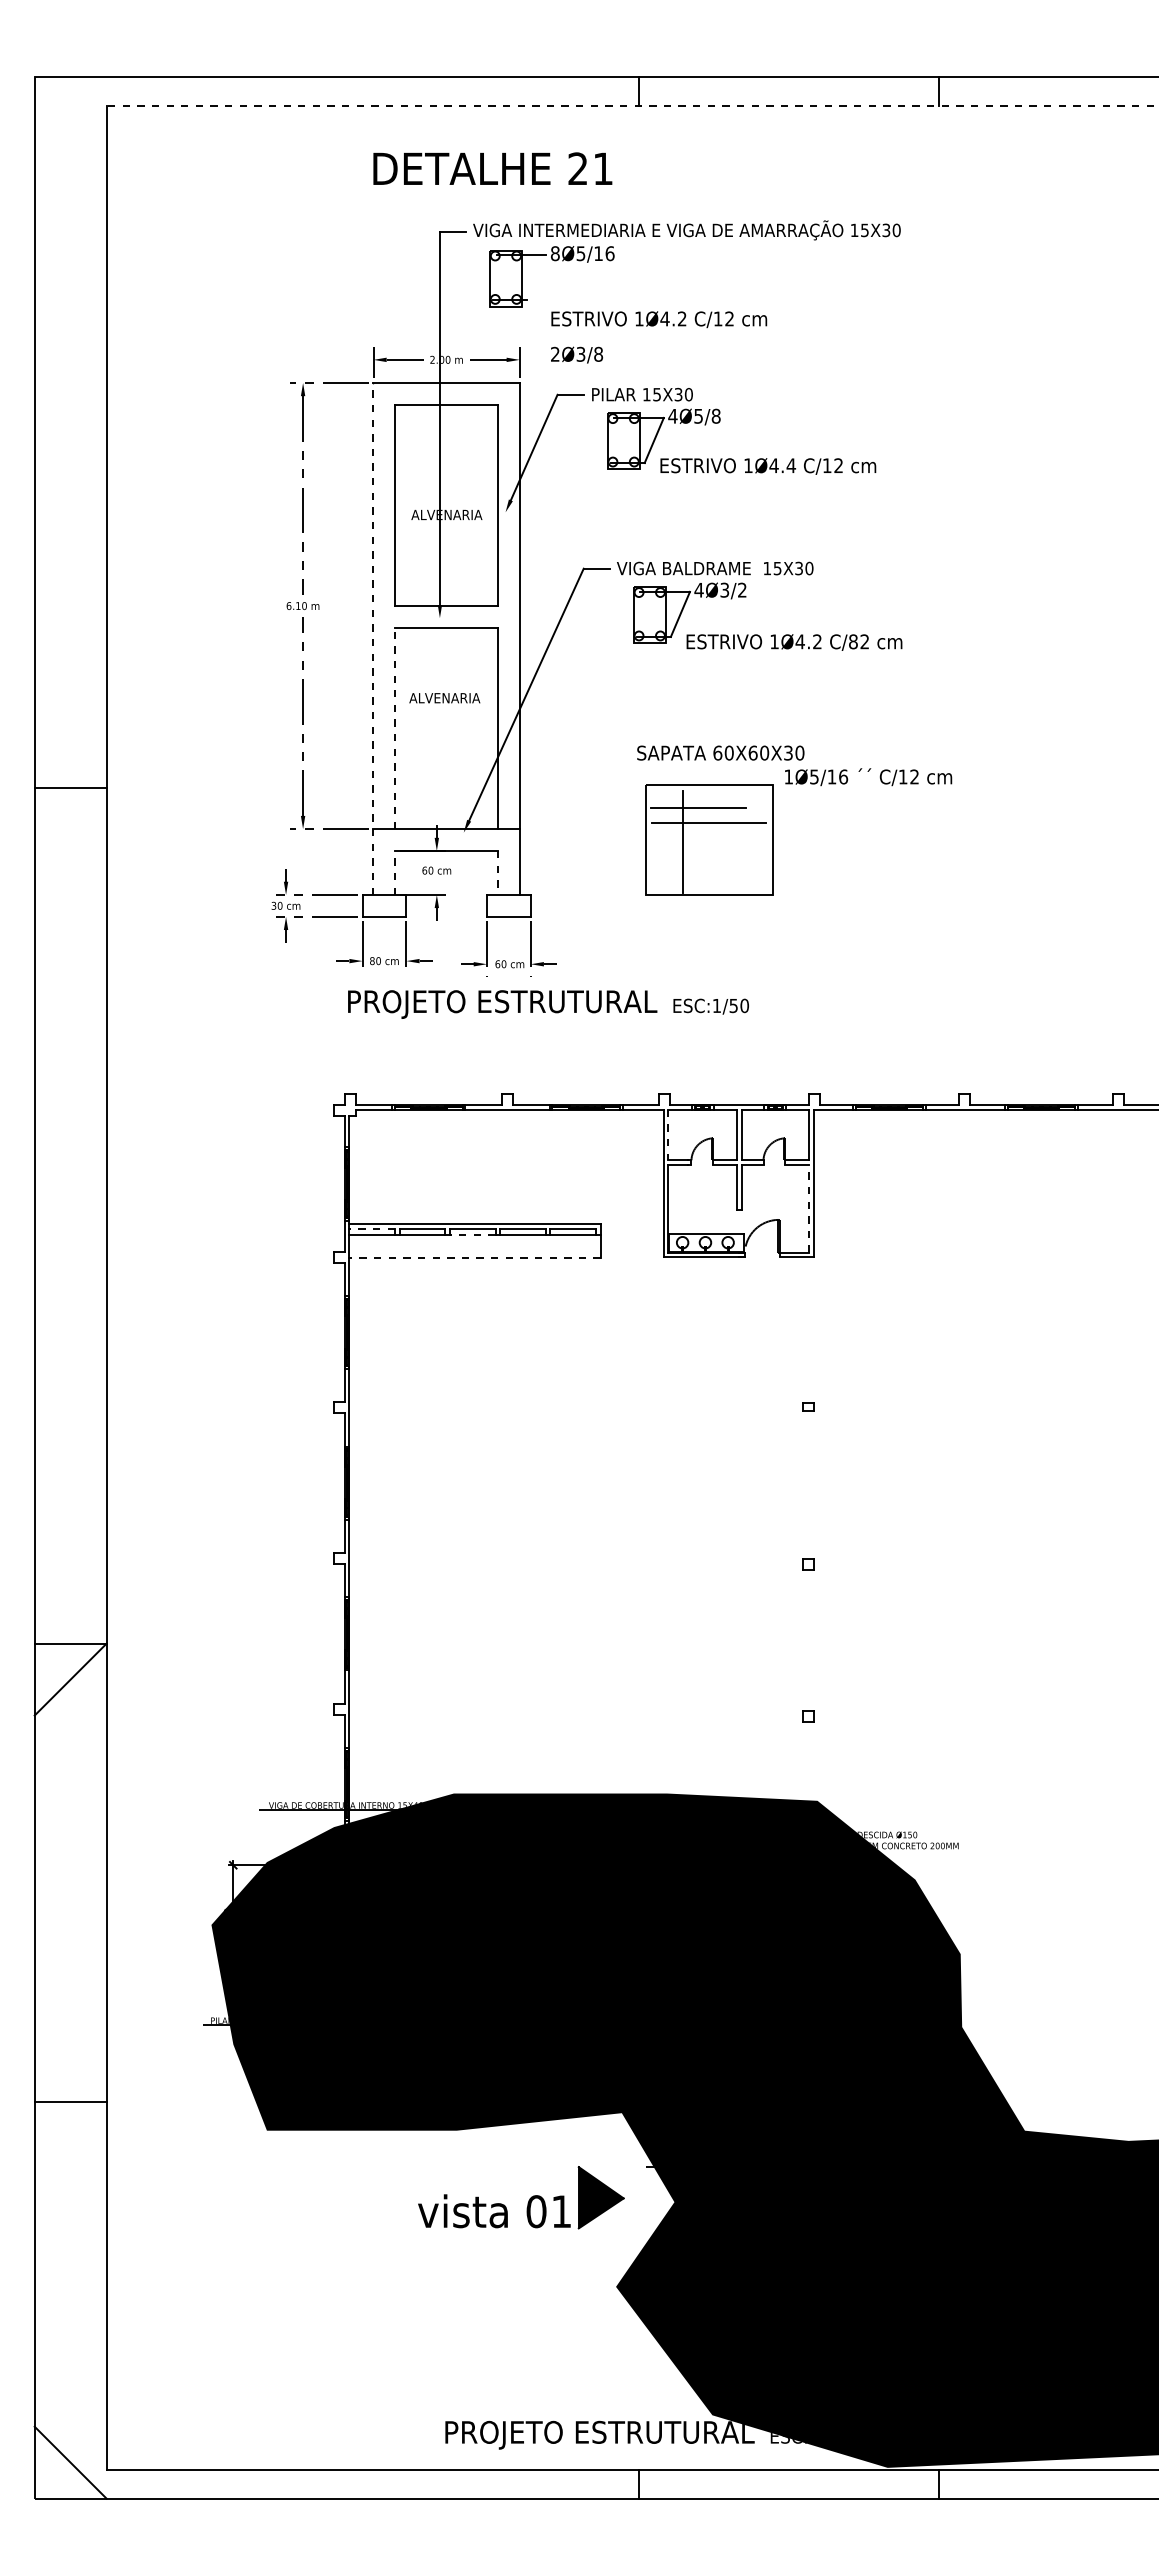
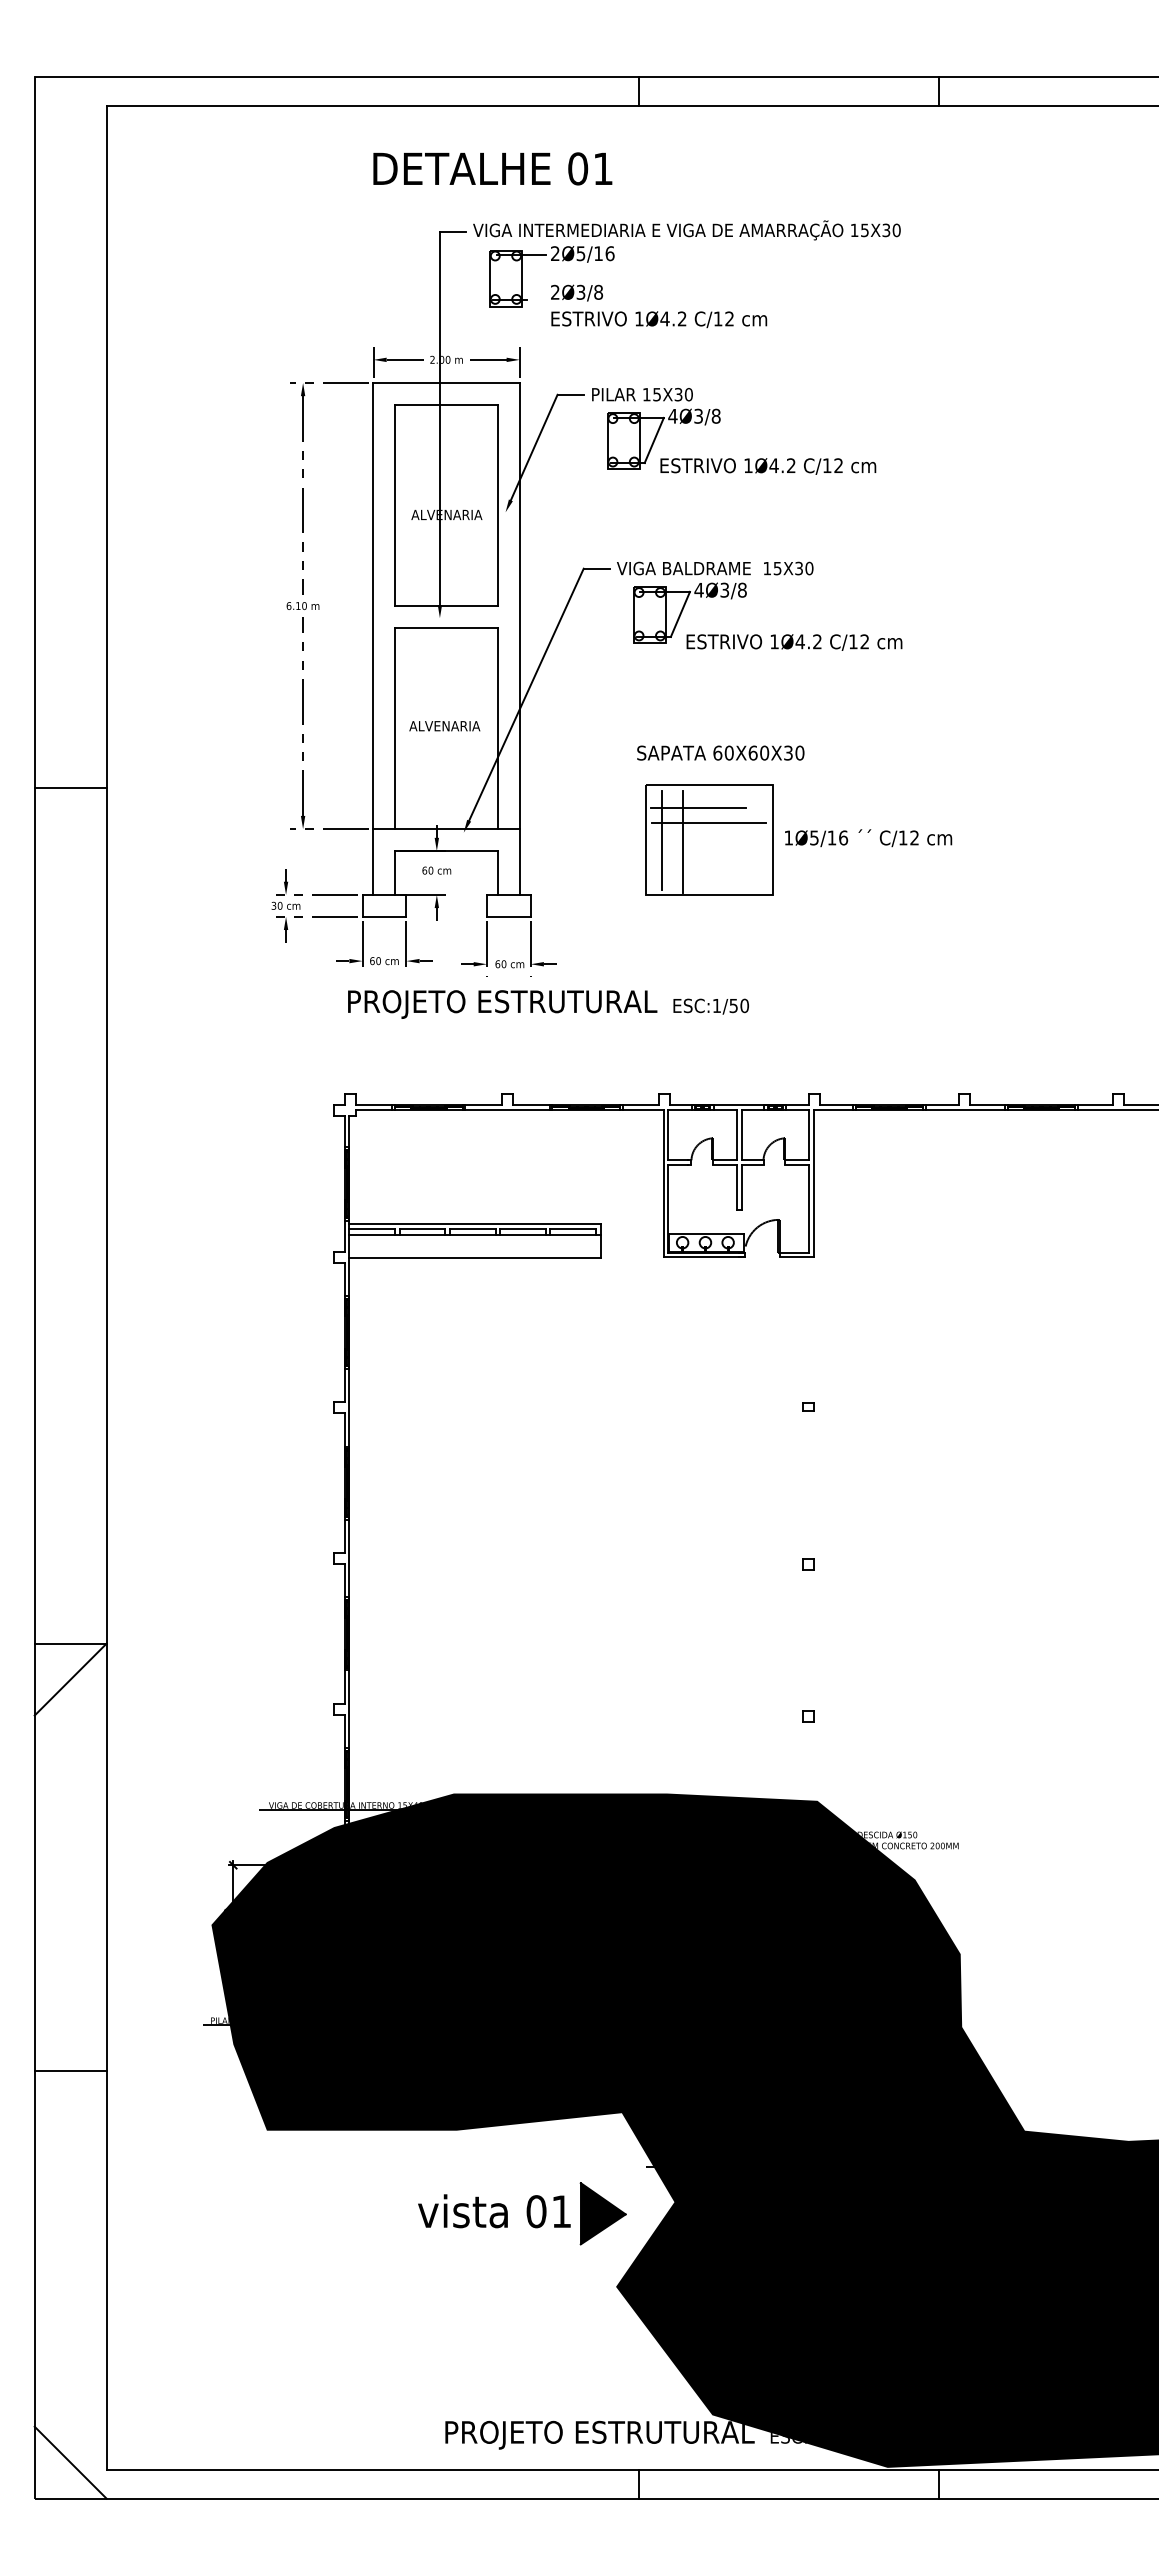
line at (632, 106): dashed -> solid
text at (578, 168): 21 -> 01
text at (555, 253): 8Ø5/16 -> 2Ø5/16
text at (577, 354) position: (577, 354) -> (577, 292)
text at (698, 415): 4Ø5/8 -> 4Ø3/8
text at (791, 465): 1Ø4.4 -> 1Ø4.2
text at (742, 589): 4Ø3/2 -> 4Ø3/8
line at (373, 638): dashed -> solid
text at (853, 641): C/82 -> C/12
text at (444, 698) position: (444, 698) -> (444, 726)
line at (395, 728): dashed -> solid
text at (868, 777) position: (868, 777) -> (868, 838)
line at (662, 840): none -> present
line at (395, 873): dashed -> solid
line at (497, 873): dashed -> solid
text at (372, 960): 80 -> 60
line at (668, 1135): dashed -> solid
line at (809, 1208): dashed -> solid
line at (372, 1228): dashed -> solid
line at (472, 1234): dashed -> solid
line at (475, 1258): dashed -> solid
line at (70, 2102) position: (70, 2102) -> (70, 2071)
part at (600, 2197) position: (600, 2197) -> (602, 2213)
